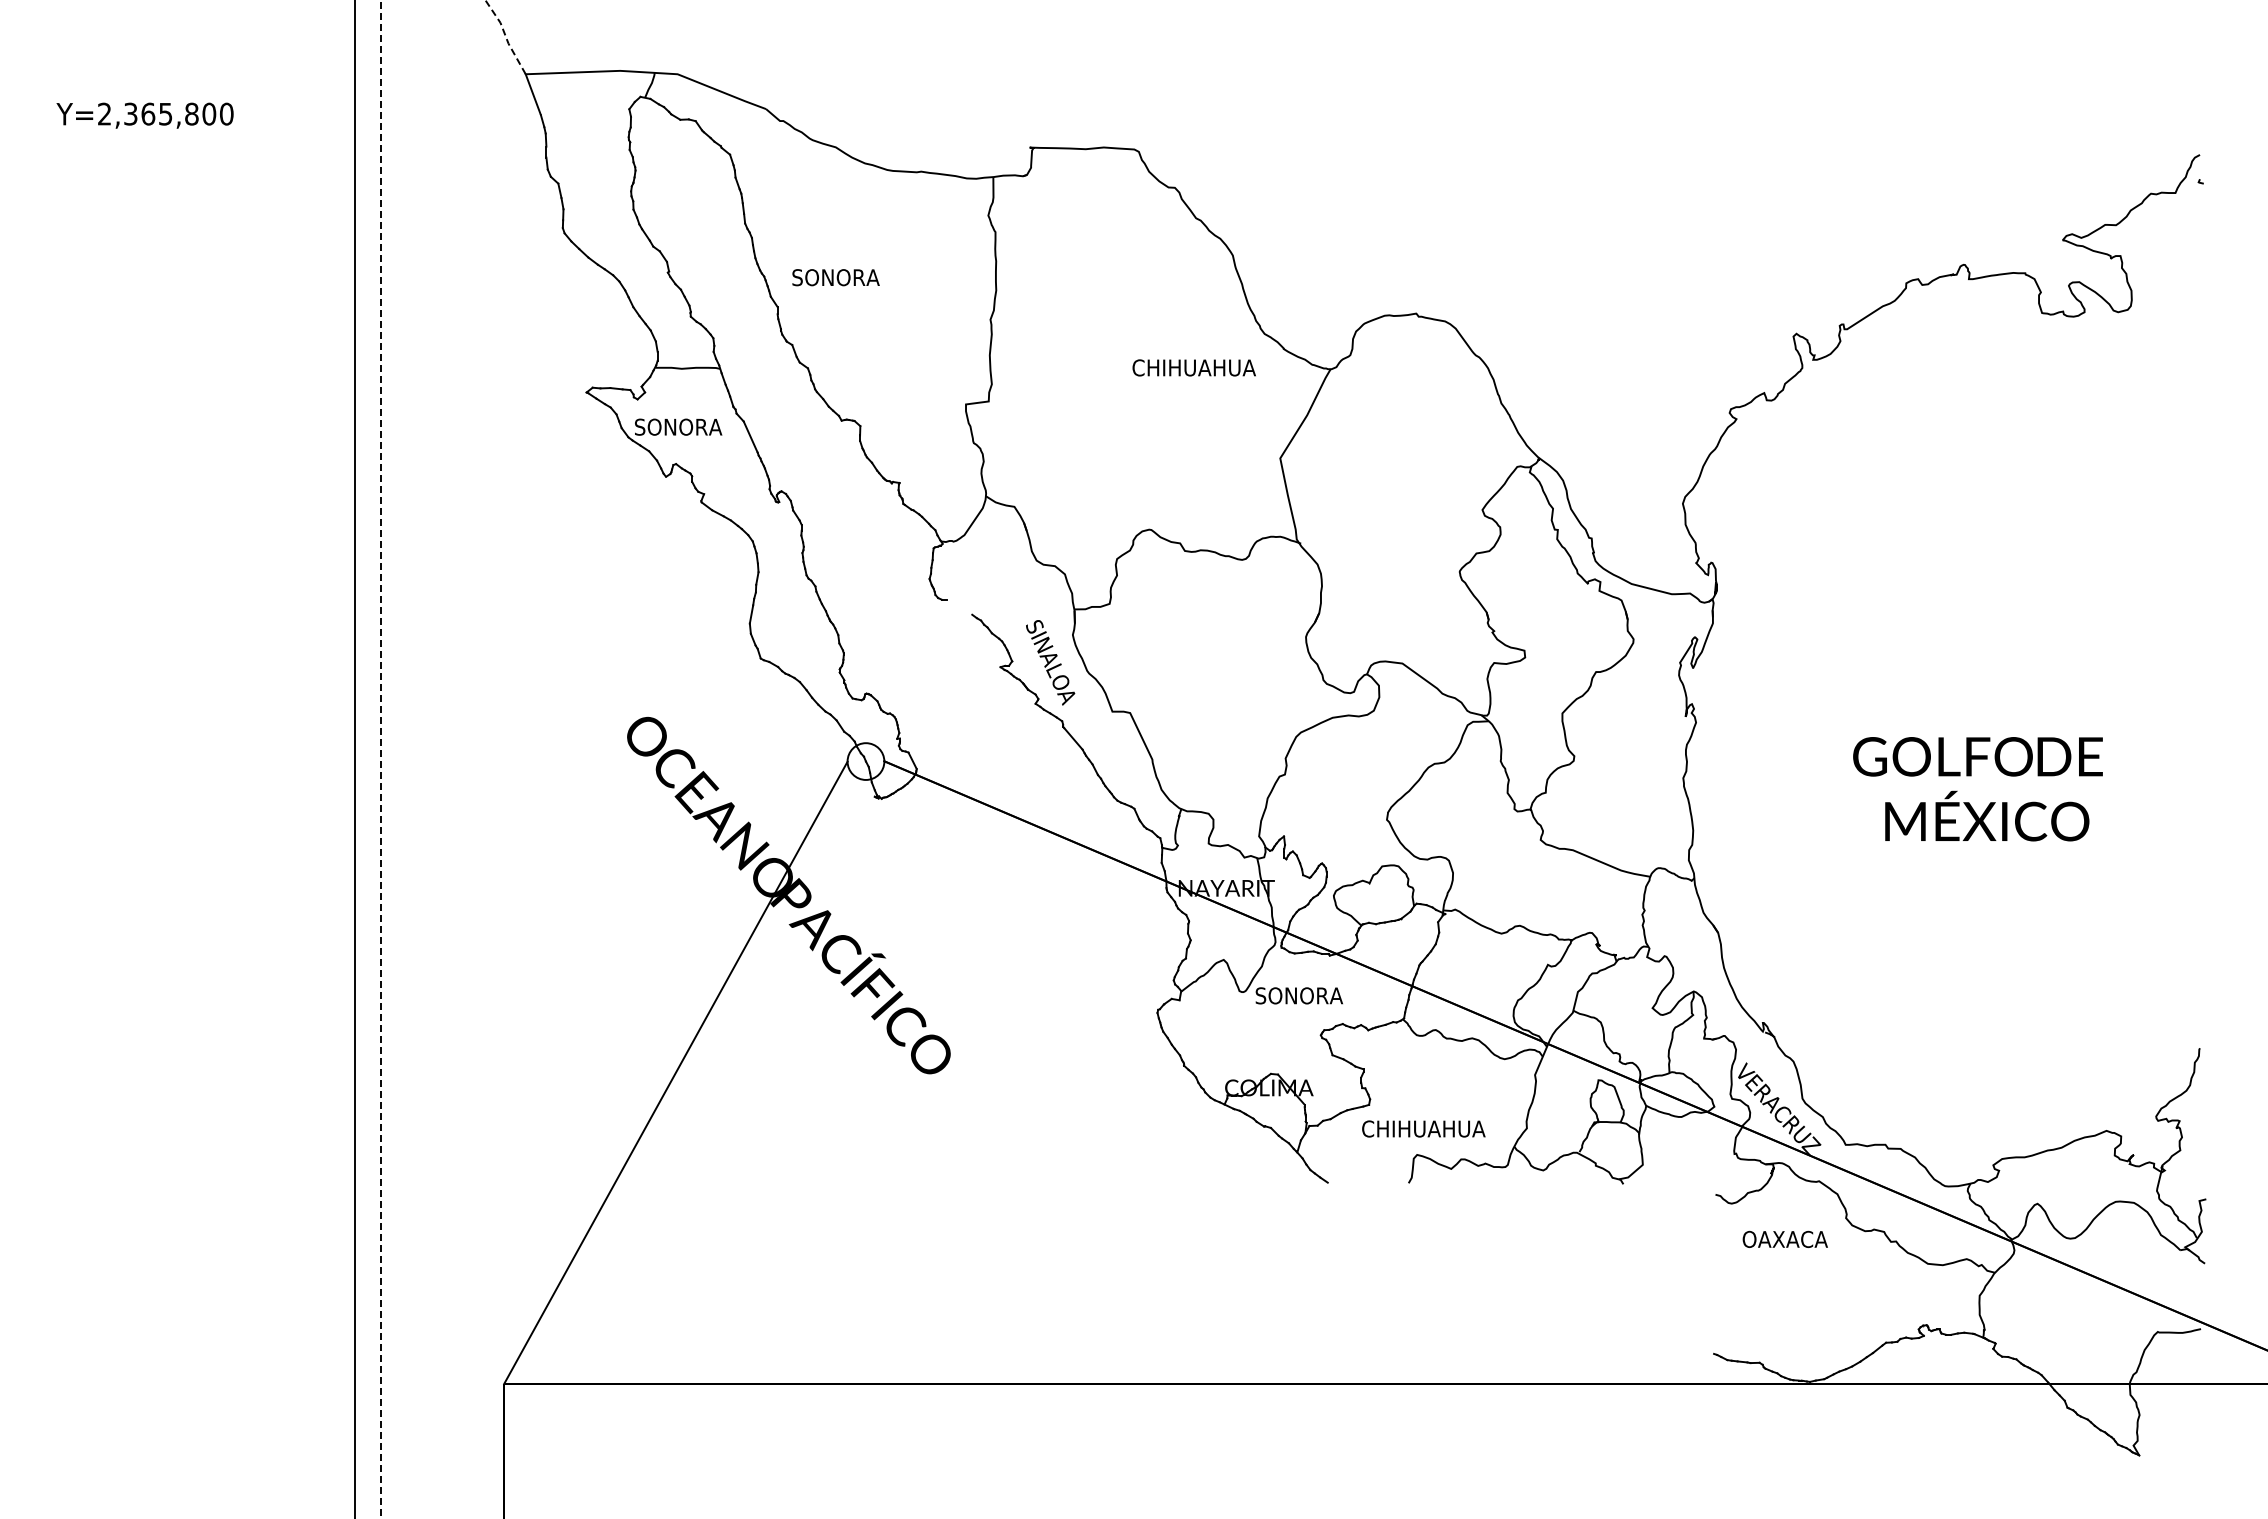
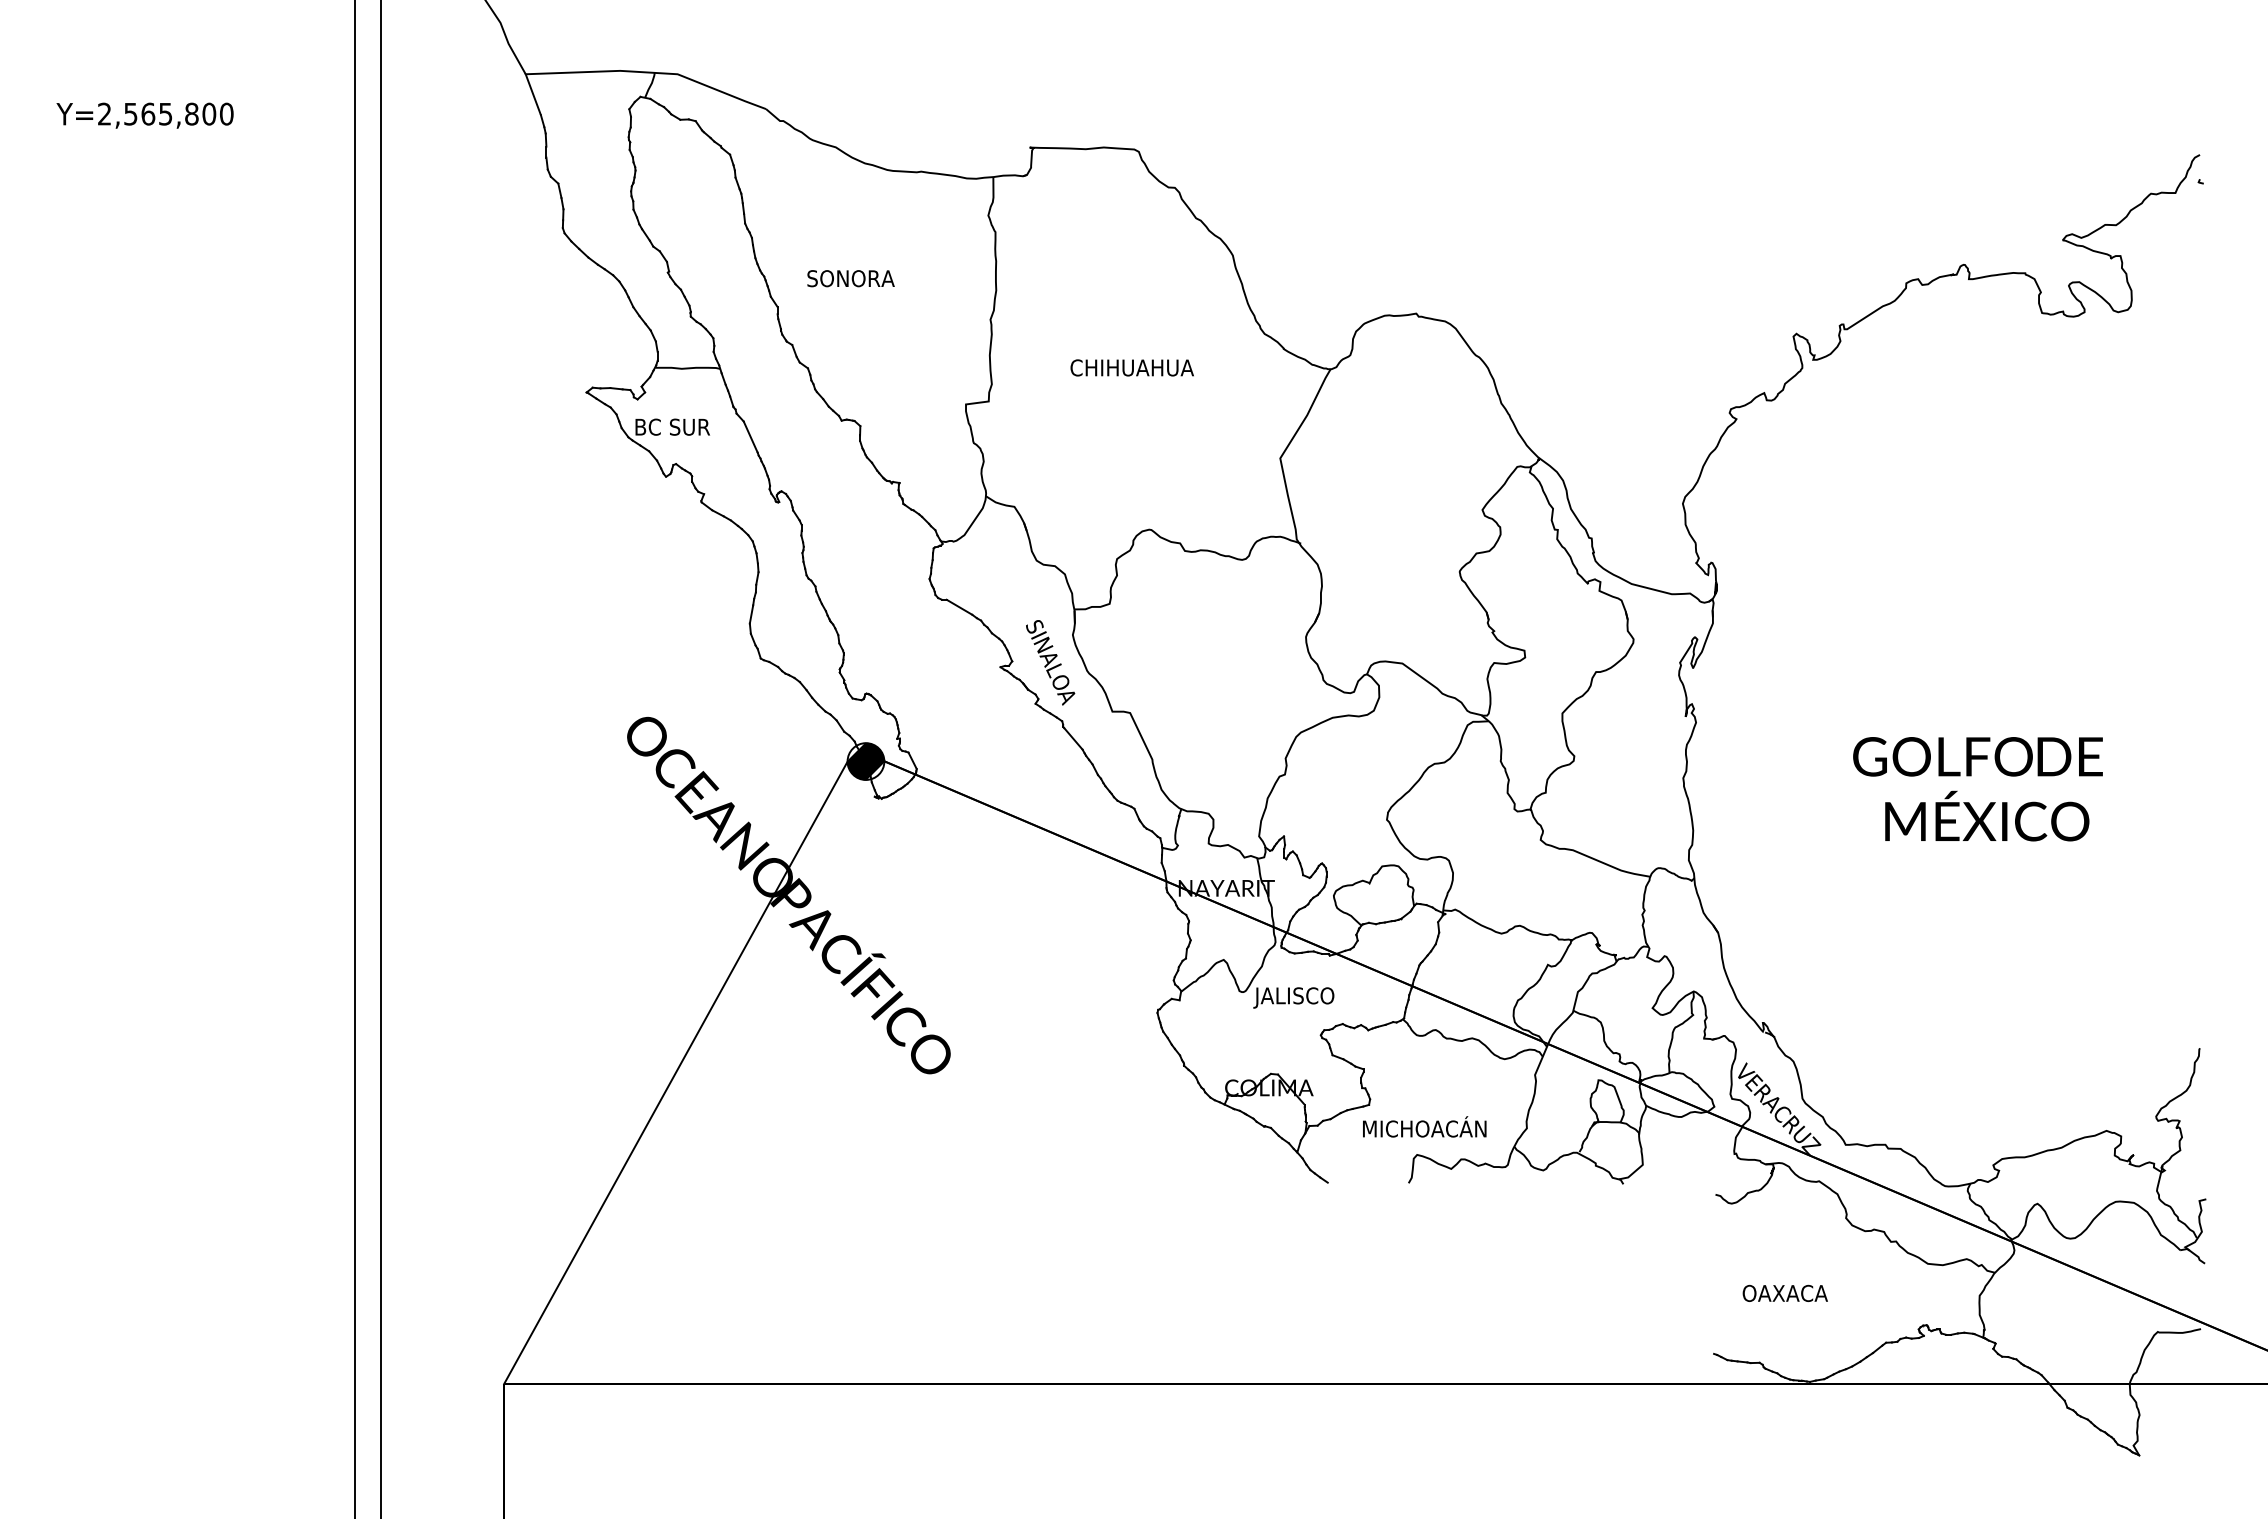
line at (505, 36): dashed -> solid
text at (130, 113): Y=2,365,800 -> Y=2,565,800
text at (835, 277) position: (835, 277) -> (850, 278)
text at (1193, 367) position: (1193, 367) -> (1131, 367)
text at (678, 426): SONORA -> BC SUR
line at (959, 606): none -> present
line at (381, 759): dashed -> solid
hatch at (865, 761): none -> present
text at (1297, 997): SONORA -> JALISCO
text at (1424, 1126): CHIHUAHUA -> MICHOACÁN
text at (1784, 1238) position: (1784, 1238) -> (1784, 1292)
